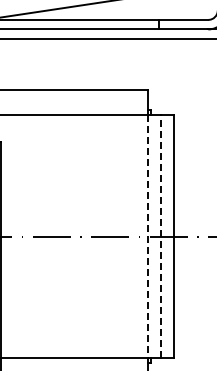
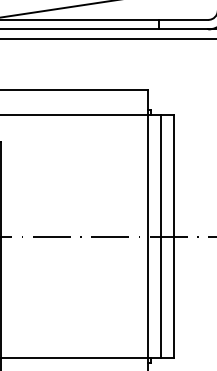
line at (148, 236): dashed -> solid
line at (160, 236): dashed -> solid
